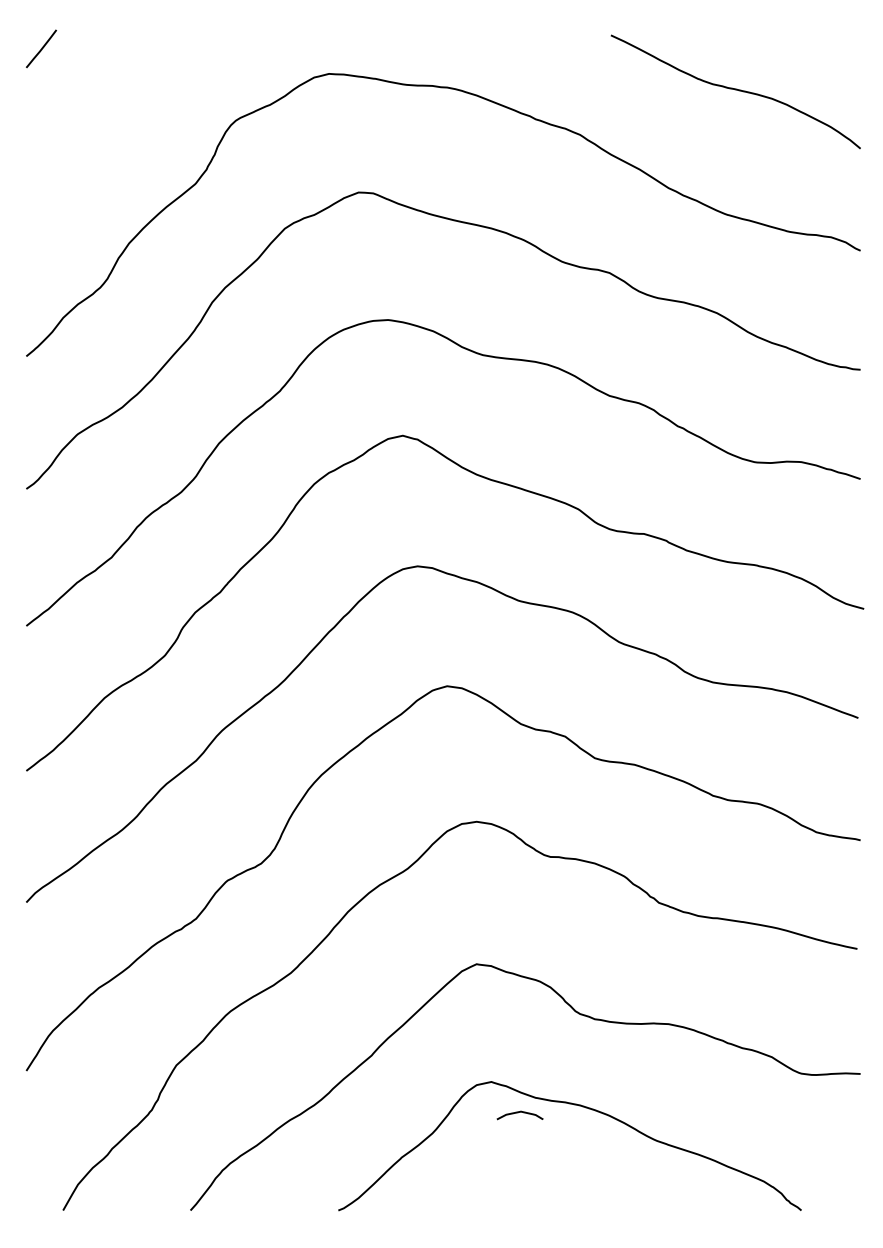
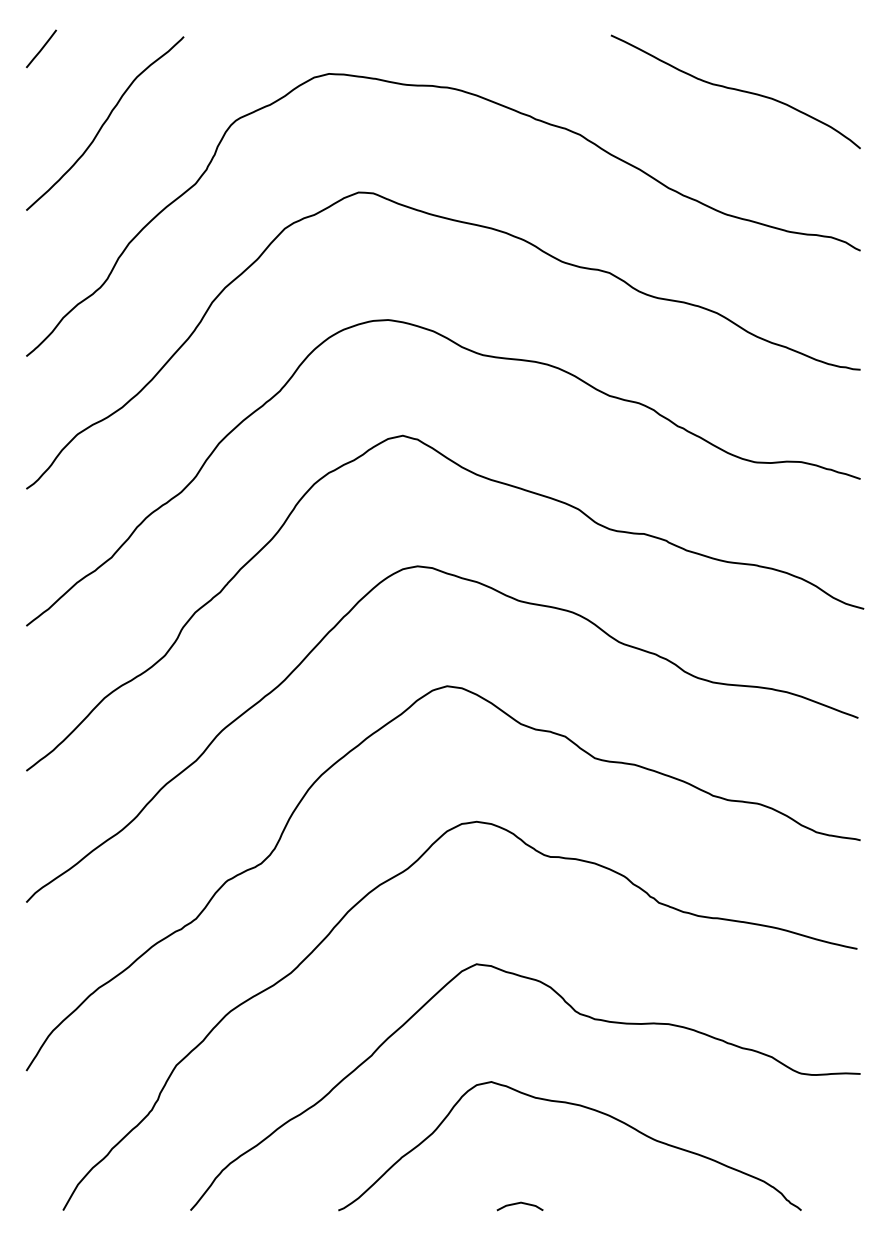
curve at (105, 123): none -> present
curve at (518, 1113) position: (518, 1113) -> (518, 1204)
